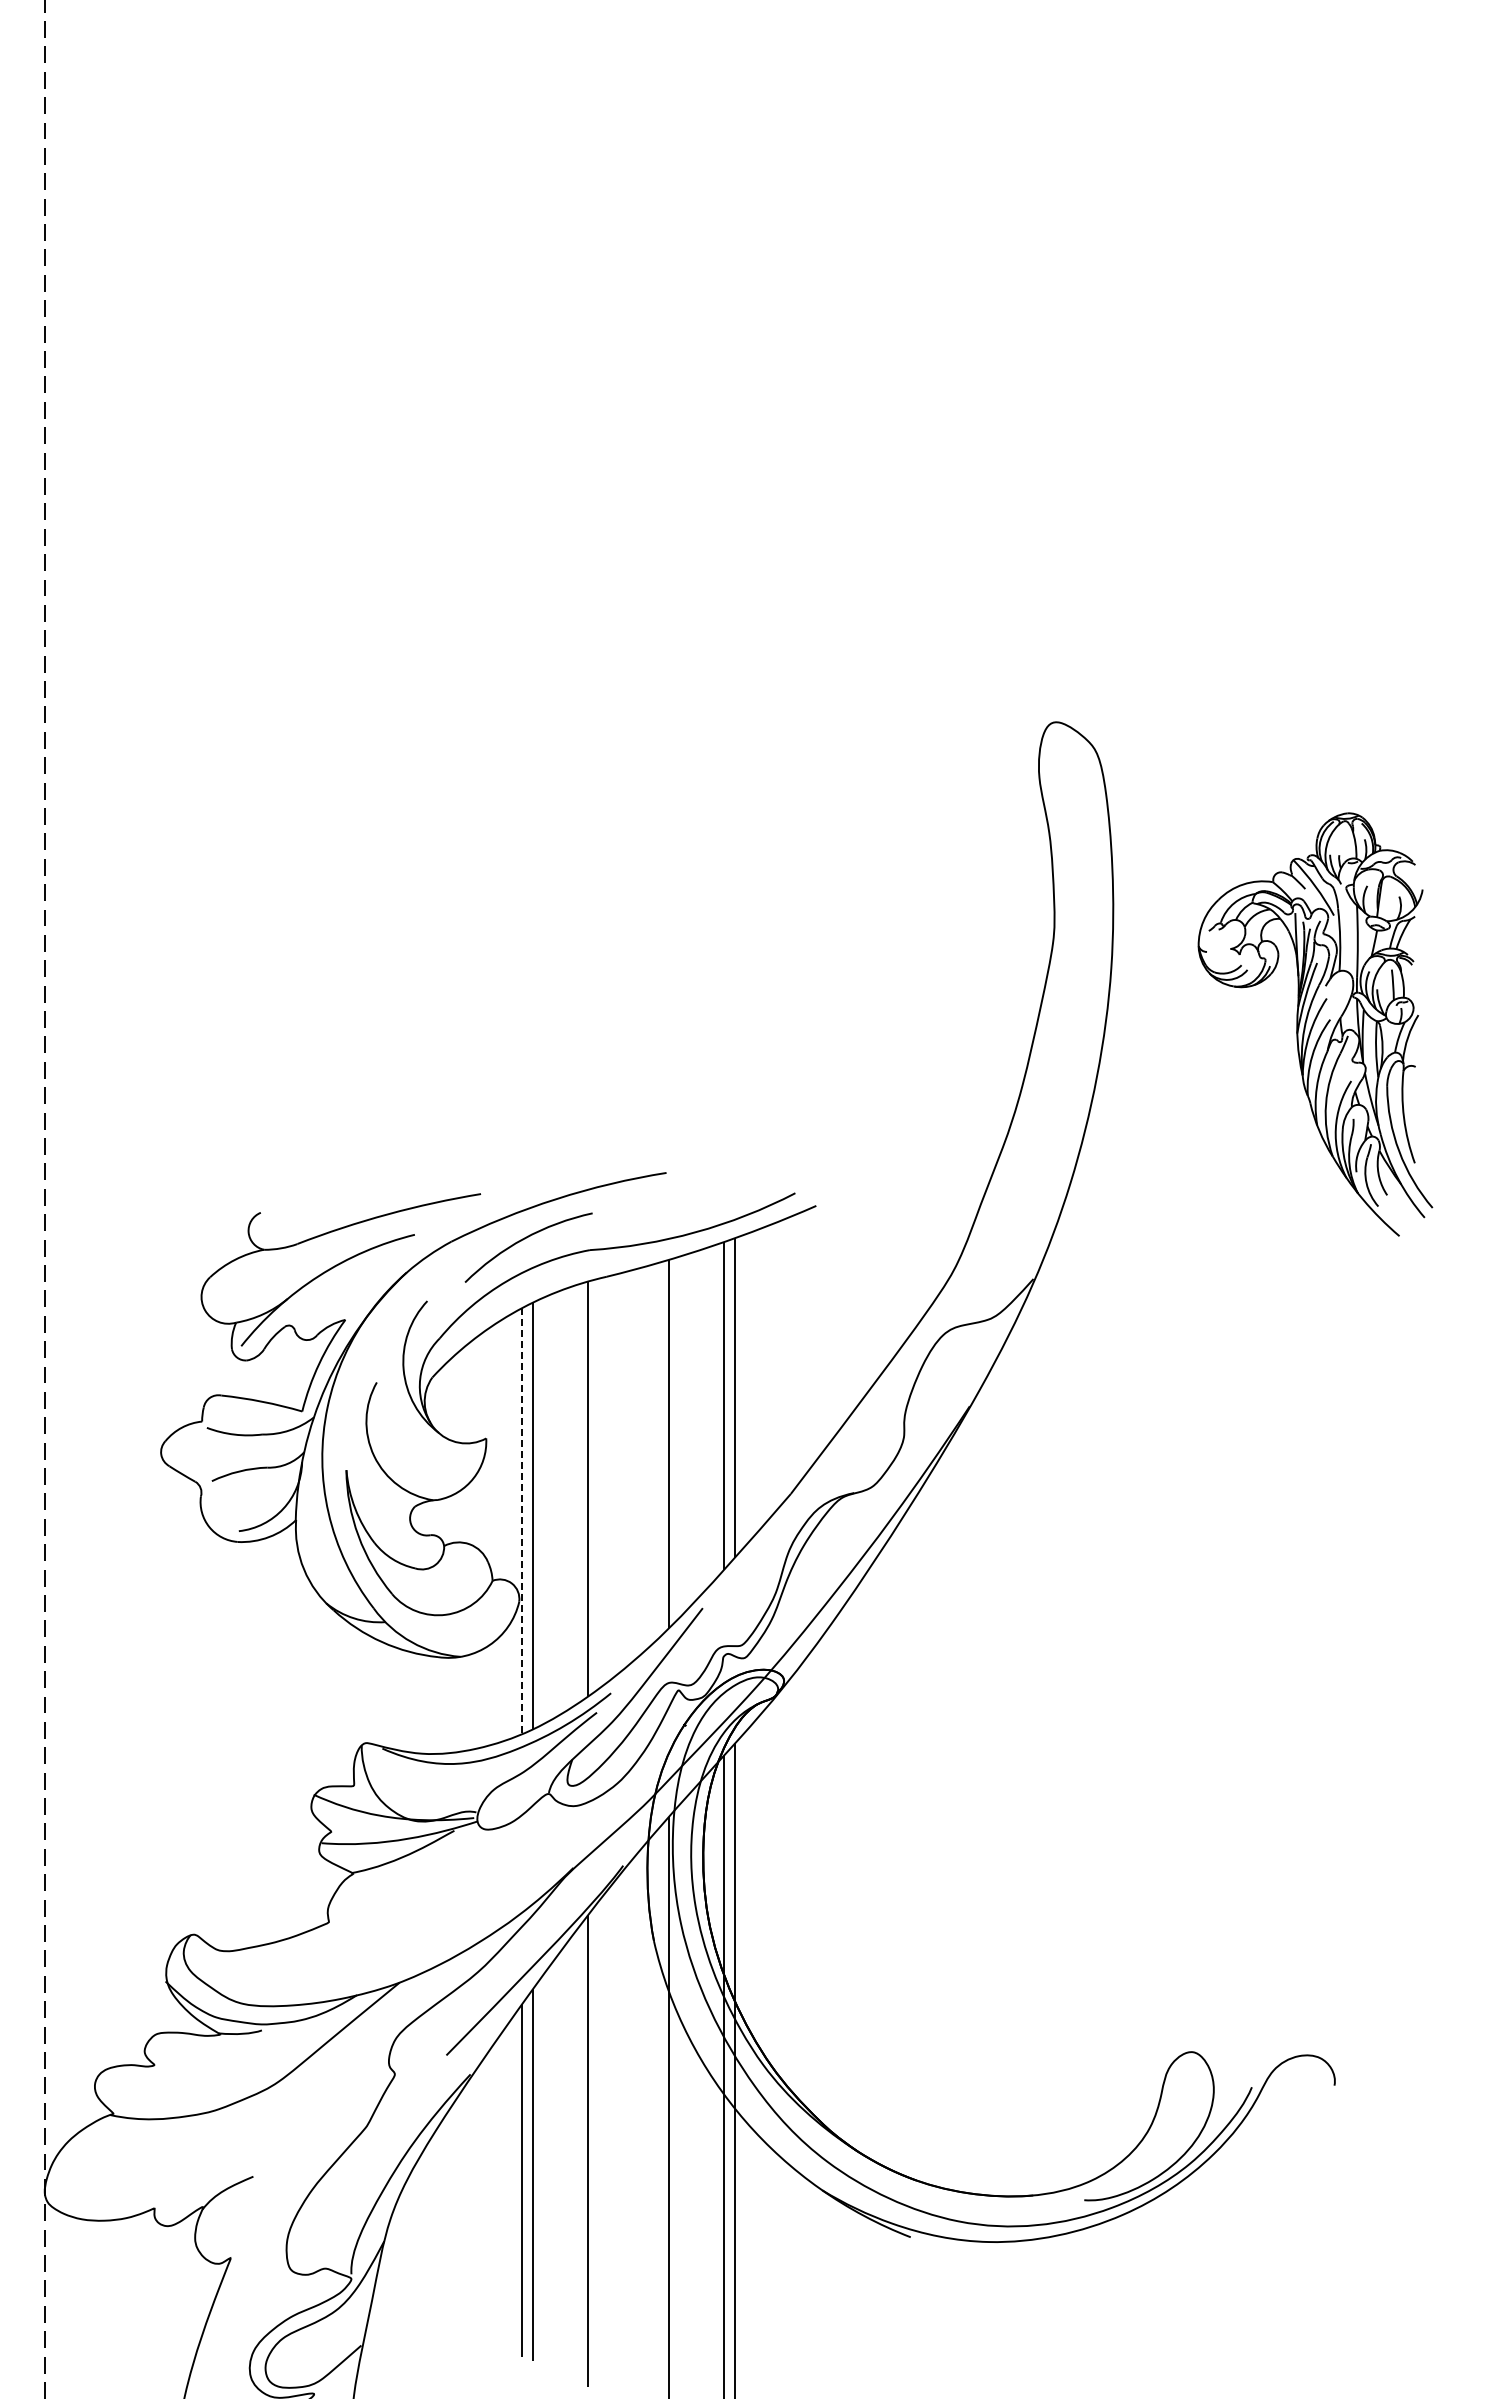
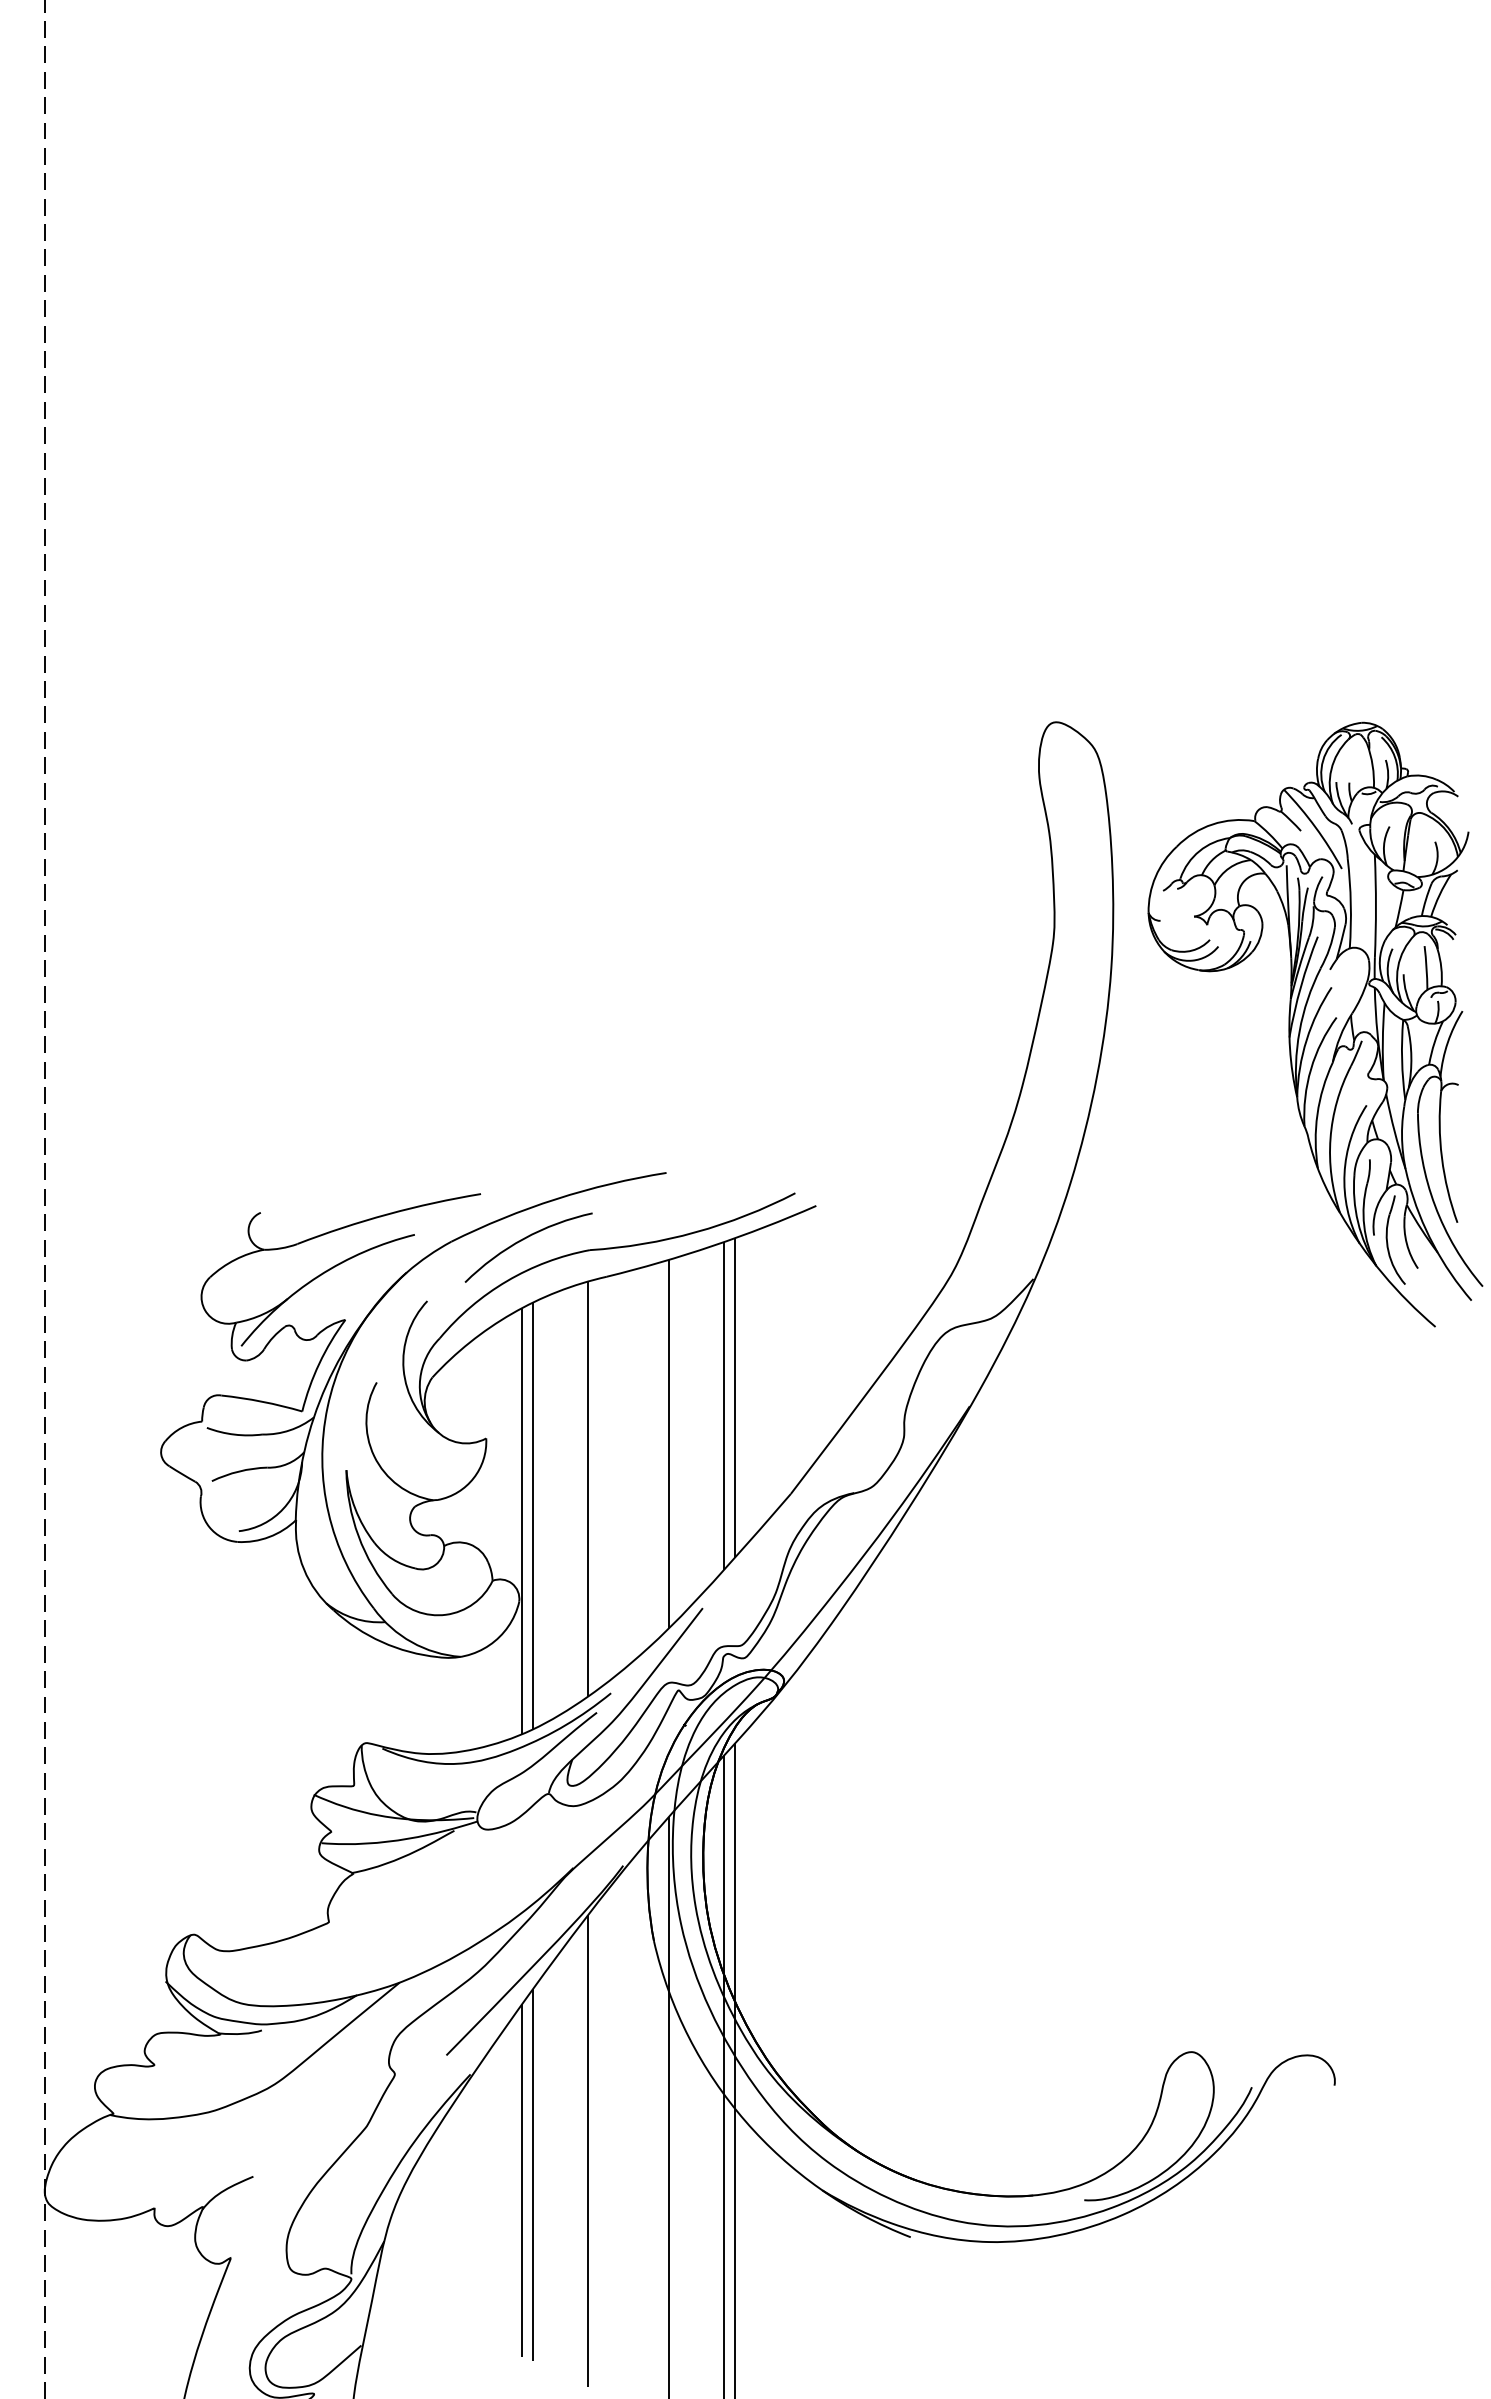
part at (1315, 1024) size: 237x425 px -> 337x607 px
line at (521, 1521): dashed -> solid
